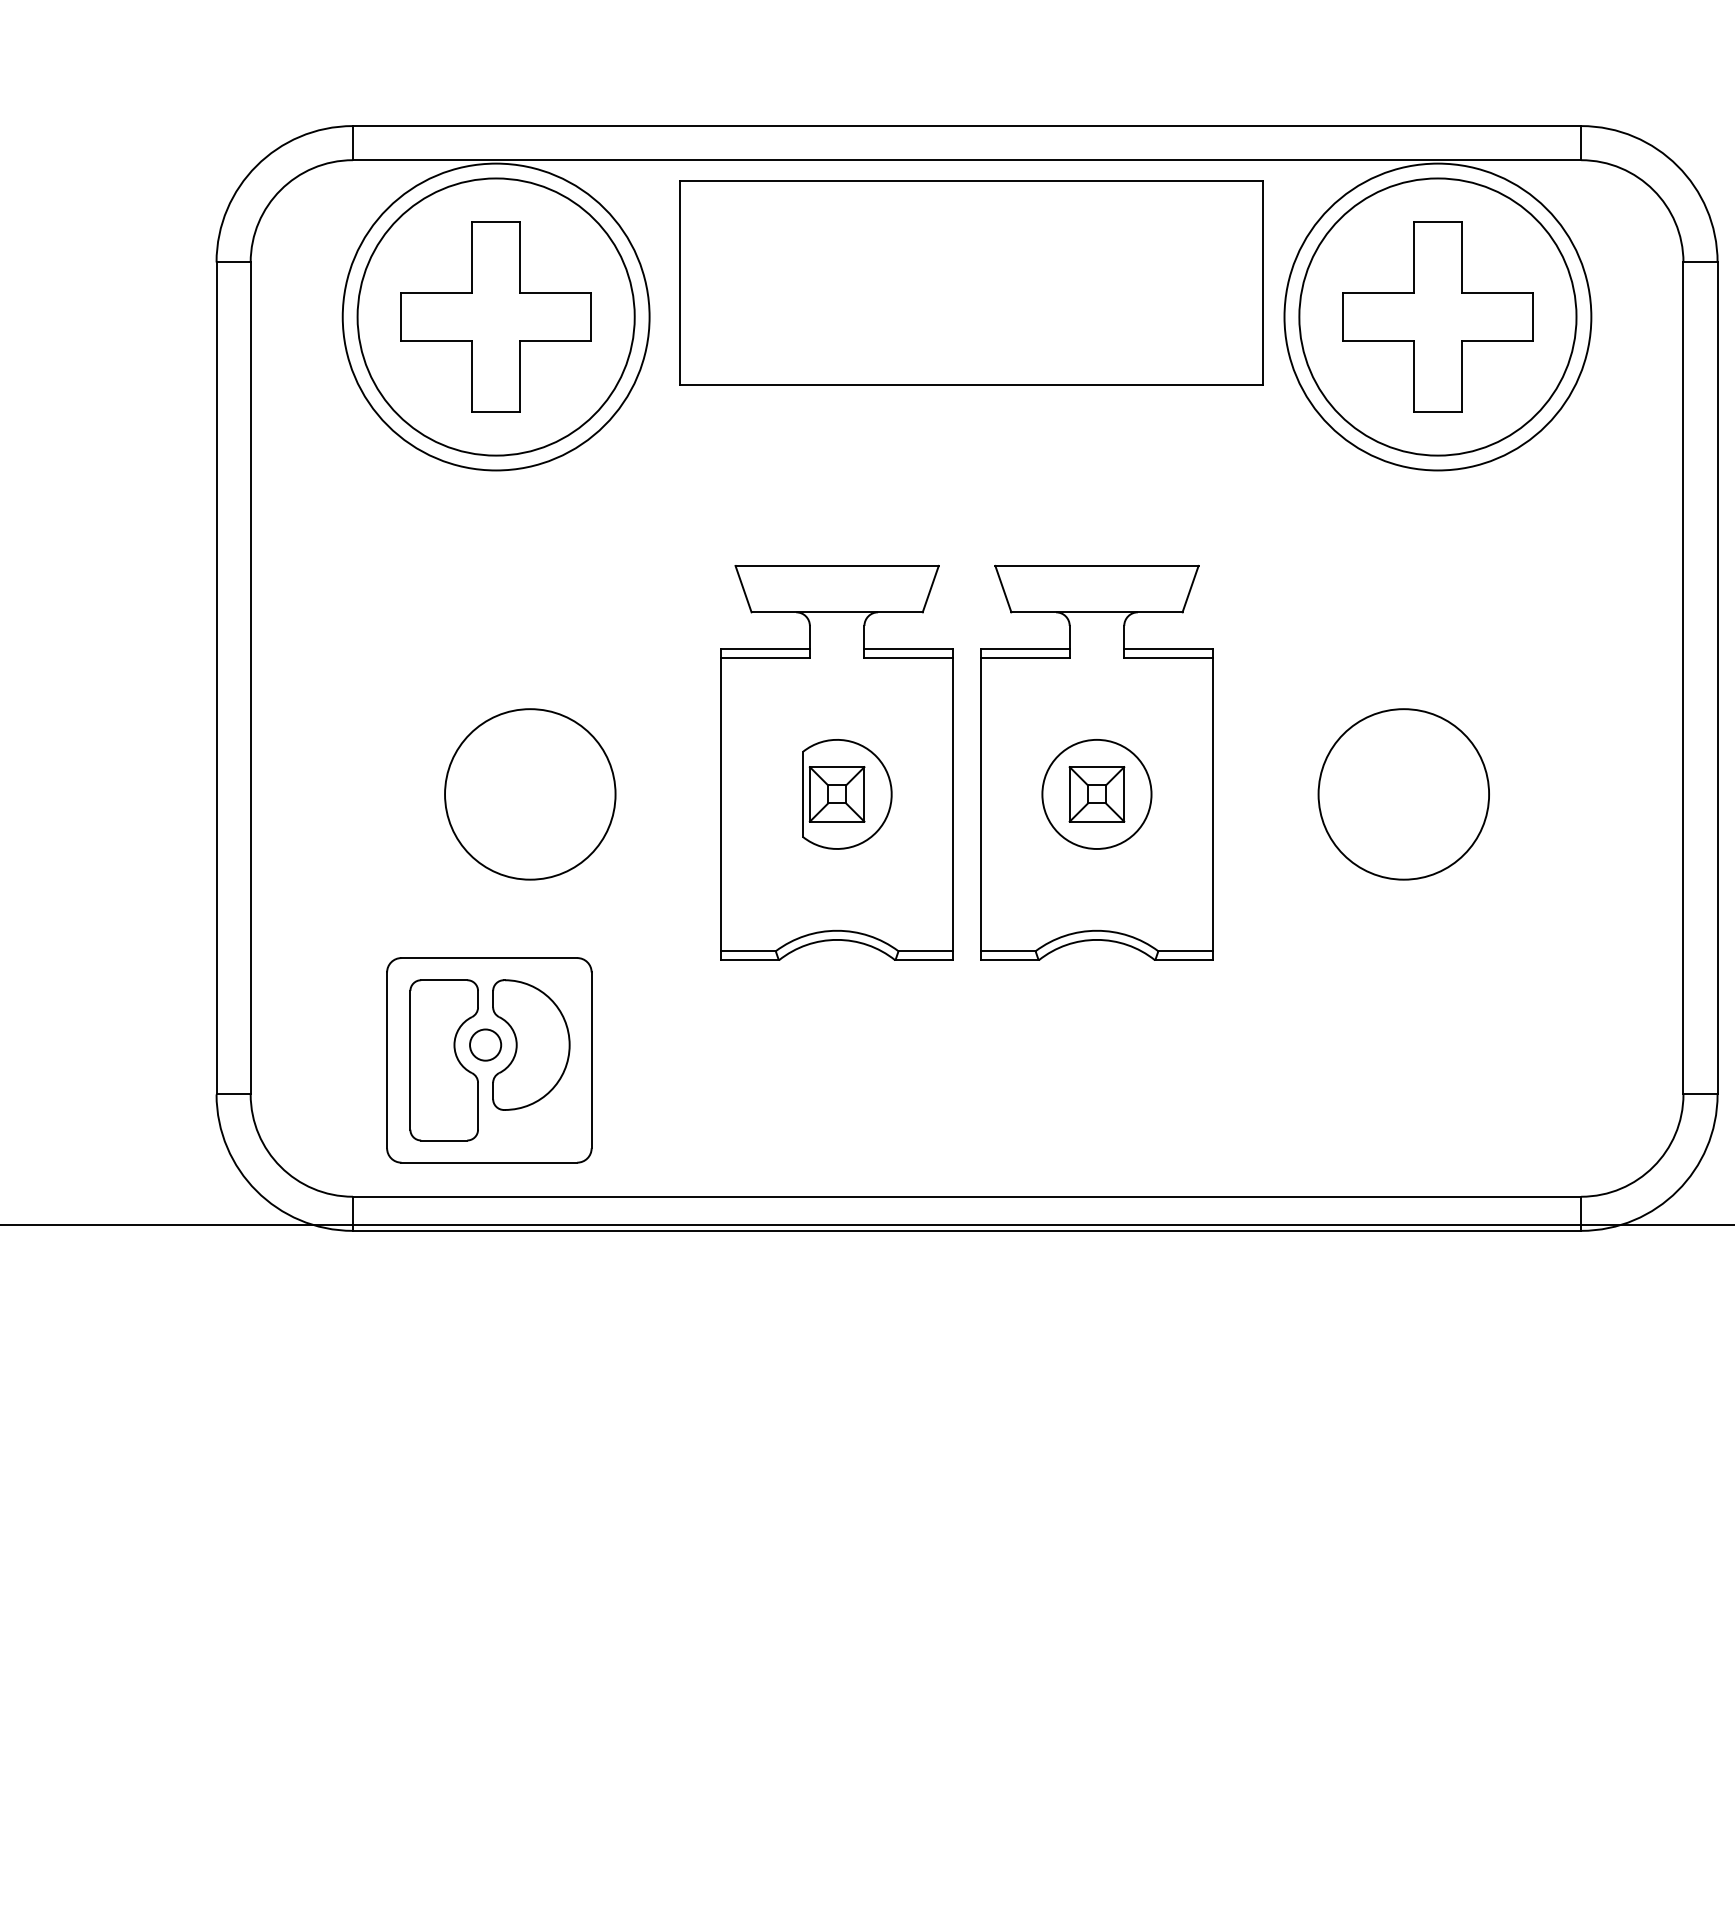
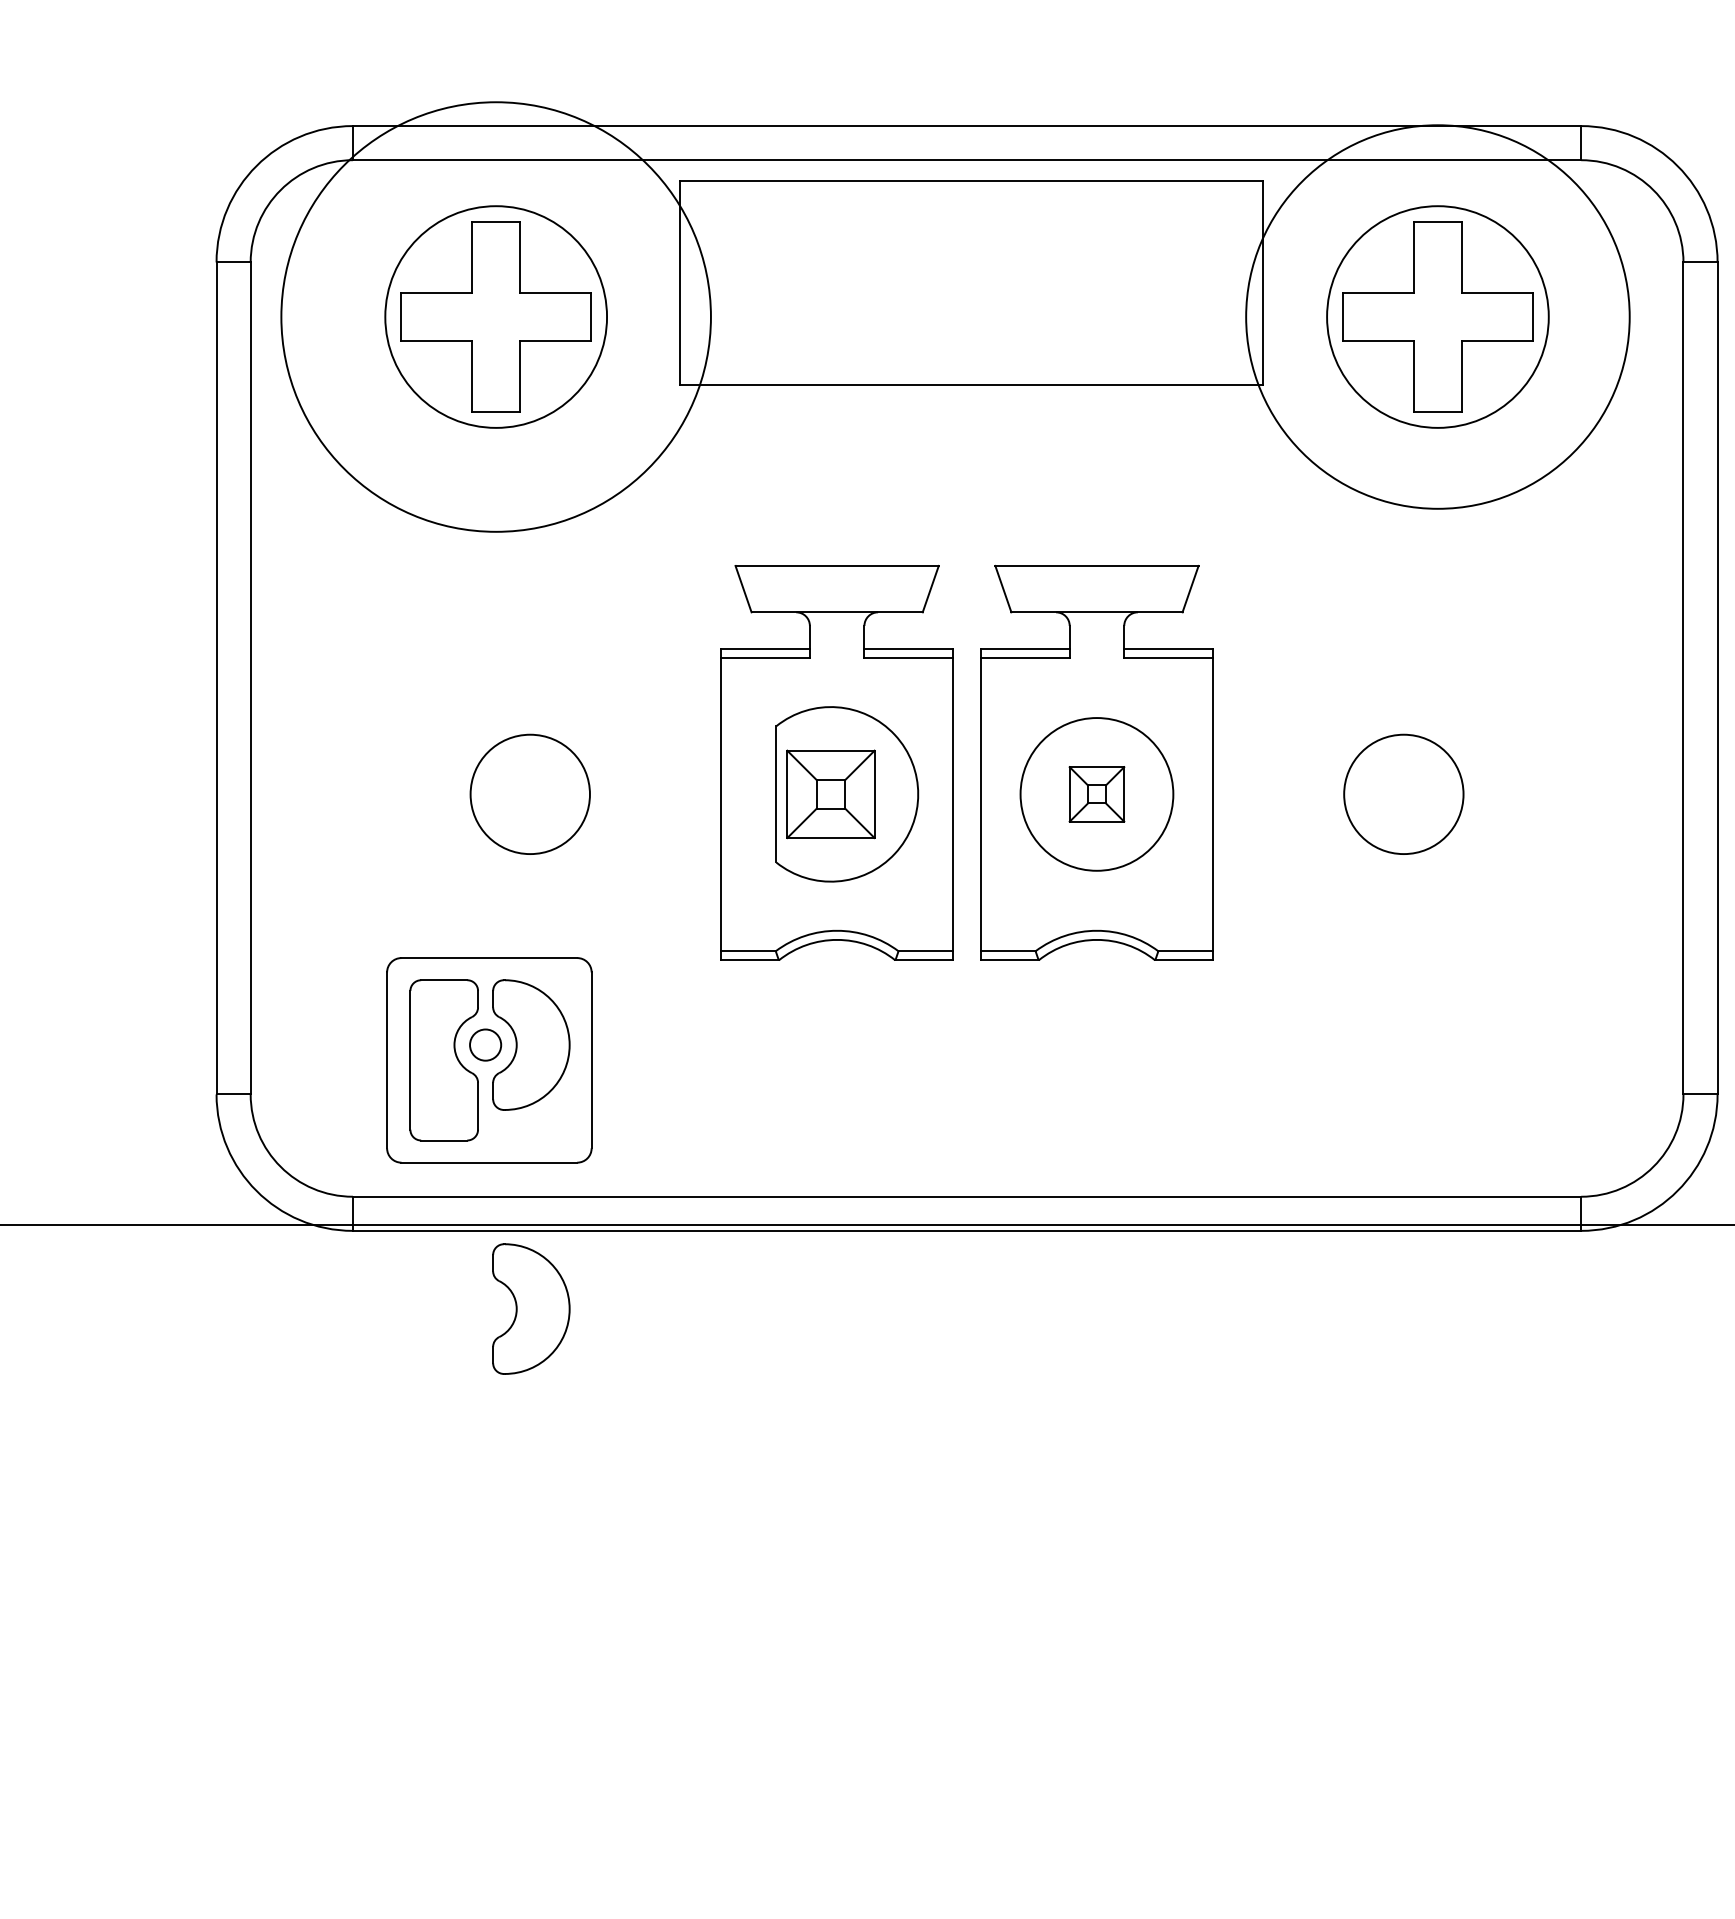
circle at (495, 316) diameter: 277 px -> 222 px
circle at (495, 316) diameter: 307 px -> 430 px
circle at (1437, 316) diameter: 277 px -> 222 px
circle at (1437, 316) diameter: 307 px -> 384 px
circle at (1096, 793) diameter: 109 px -> 153 px
circle at (530, 794) diameter: 171 px -> 119 px
part at (847, 794) size: 91x111 px -> 145x177 px
circle at (1403, 794) diameter: 171 px -> 119 px
part at (531, 1308): none -> present
